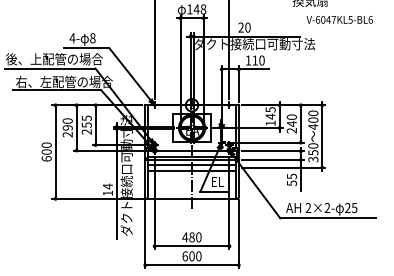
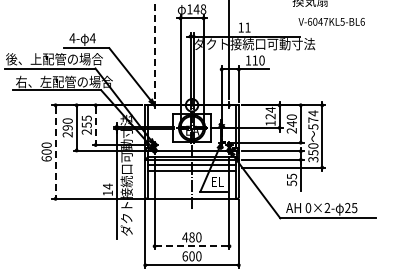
text at (339, 19) position: (339, 19) -> (331, 21)
text at (244, 27): 20 -> 11
text at (92, 38): 8 -> 4
line at (154, 49): solid -> dashed
text at (270, 112): 145 -> 124
text at (313, 119): 400 -> 574
line at (95, 125): solid -> dashed
line at (55, 152): solid -> dashed
text at (308, 208): 2×2- -> 0×2-
line at (192, 246): solid -> dashed
